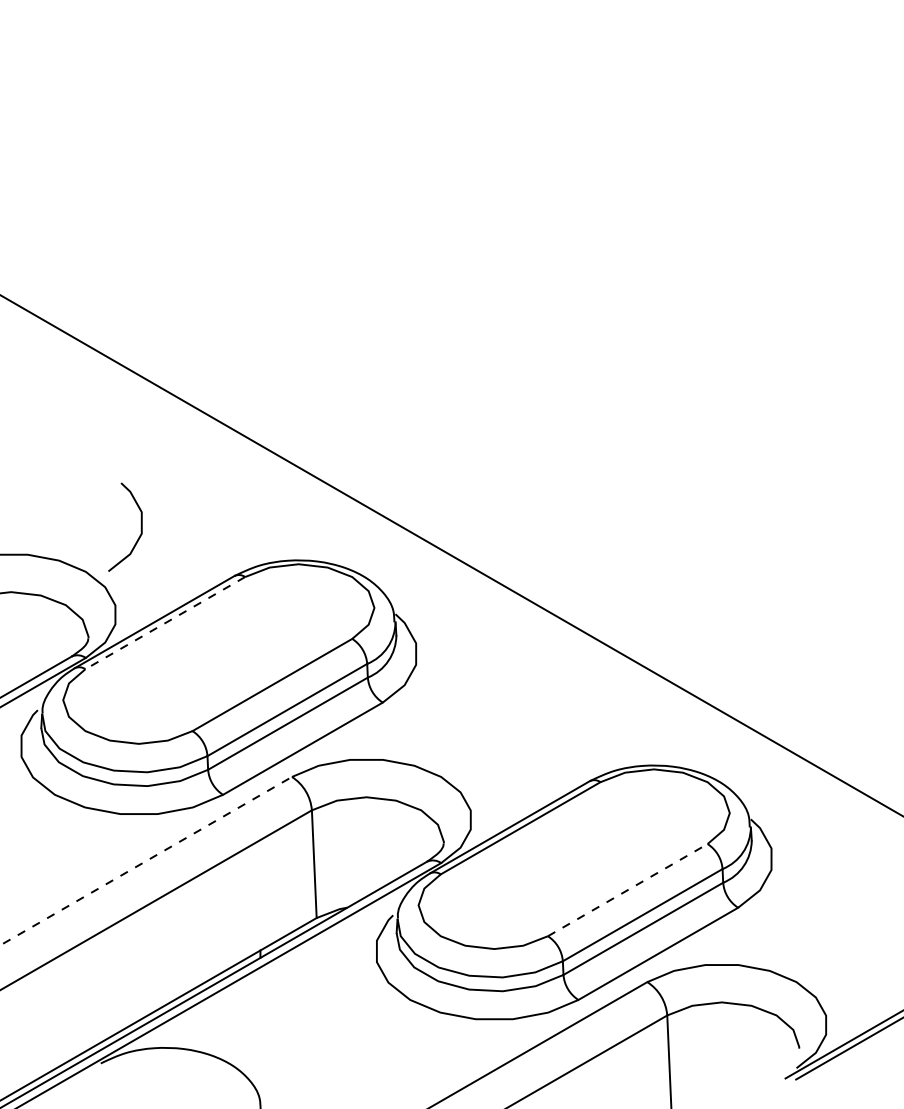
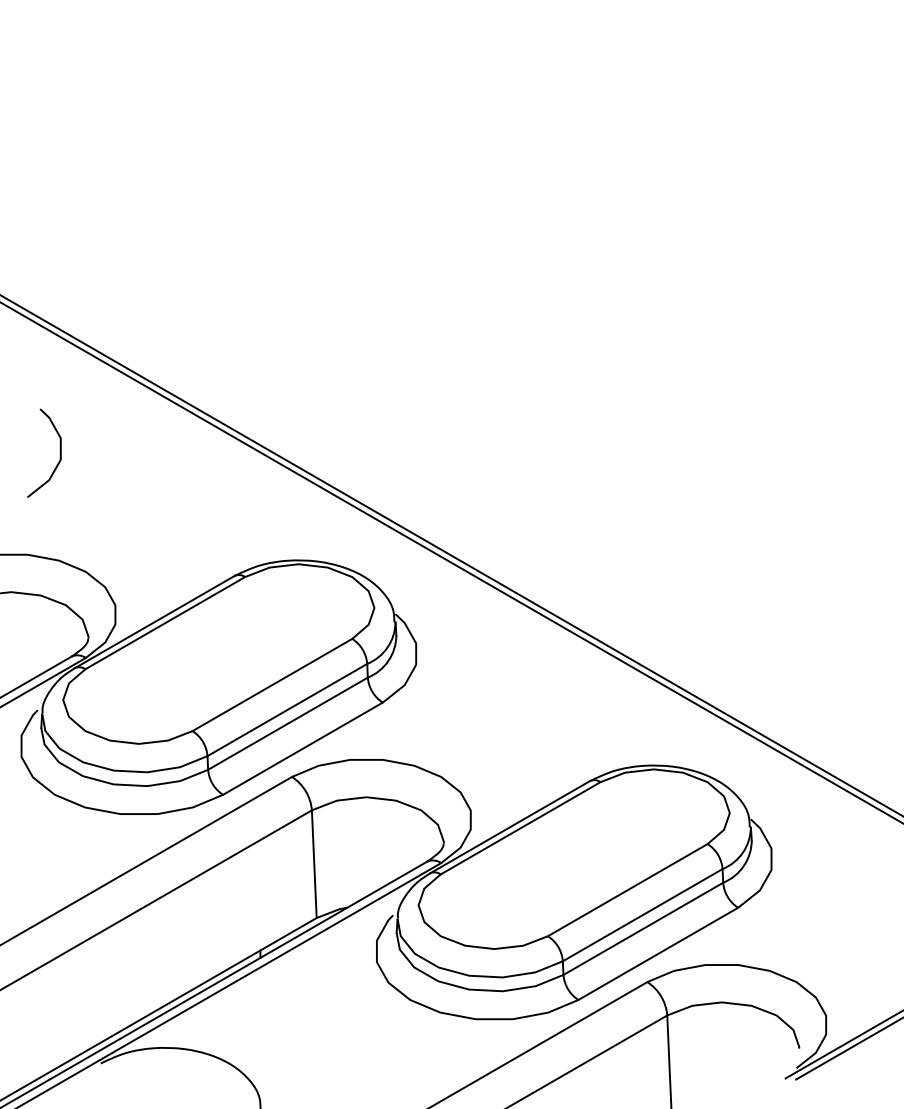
curve at (140, 526) position: (140, 526) -> (59, 452)
line at (451, 562): none -> present
line at (164, 623): dashed -> solid
line at (146, 860): dashed -> solid
line at (628, 889): dashed -> solid
